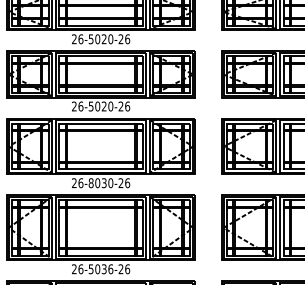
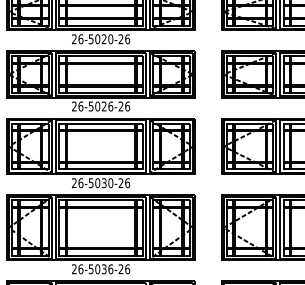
text at (110, 105): 26-5020-26 -> 26-5026-26
text at (90, 183): 26-8030-26 -> 26-5030-26
